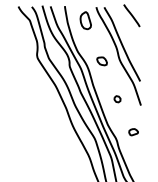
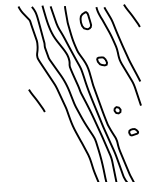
part at (117, 99) position: (117, 99) -> (117, 110)
line at (36, 100): none -> present
